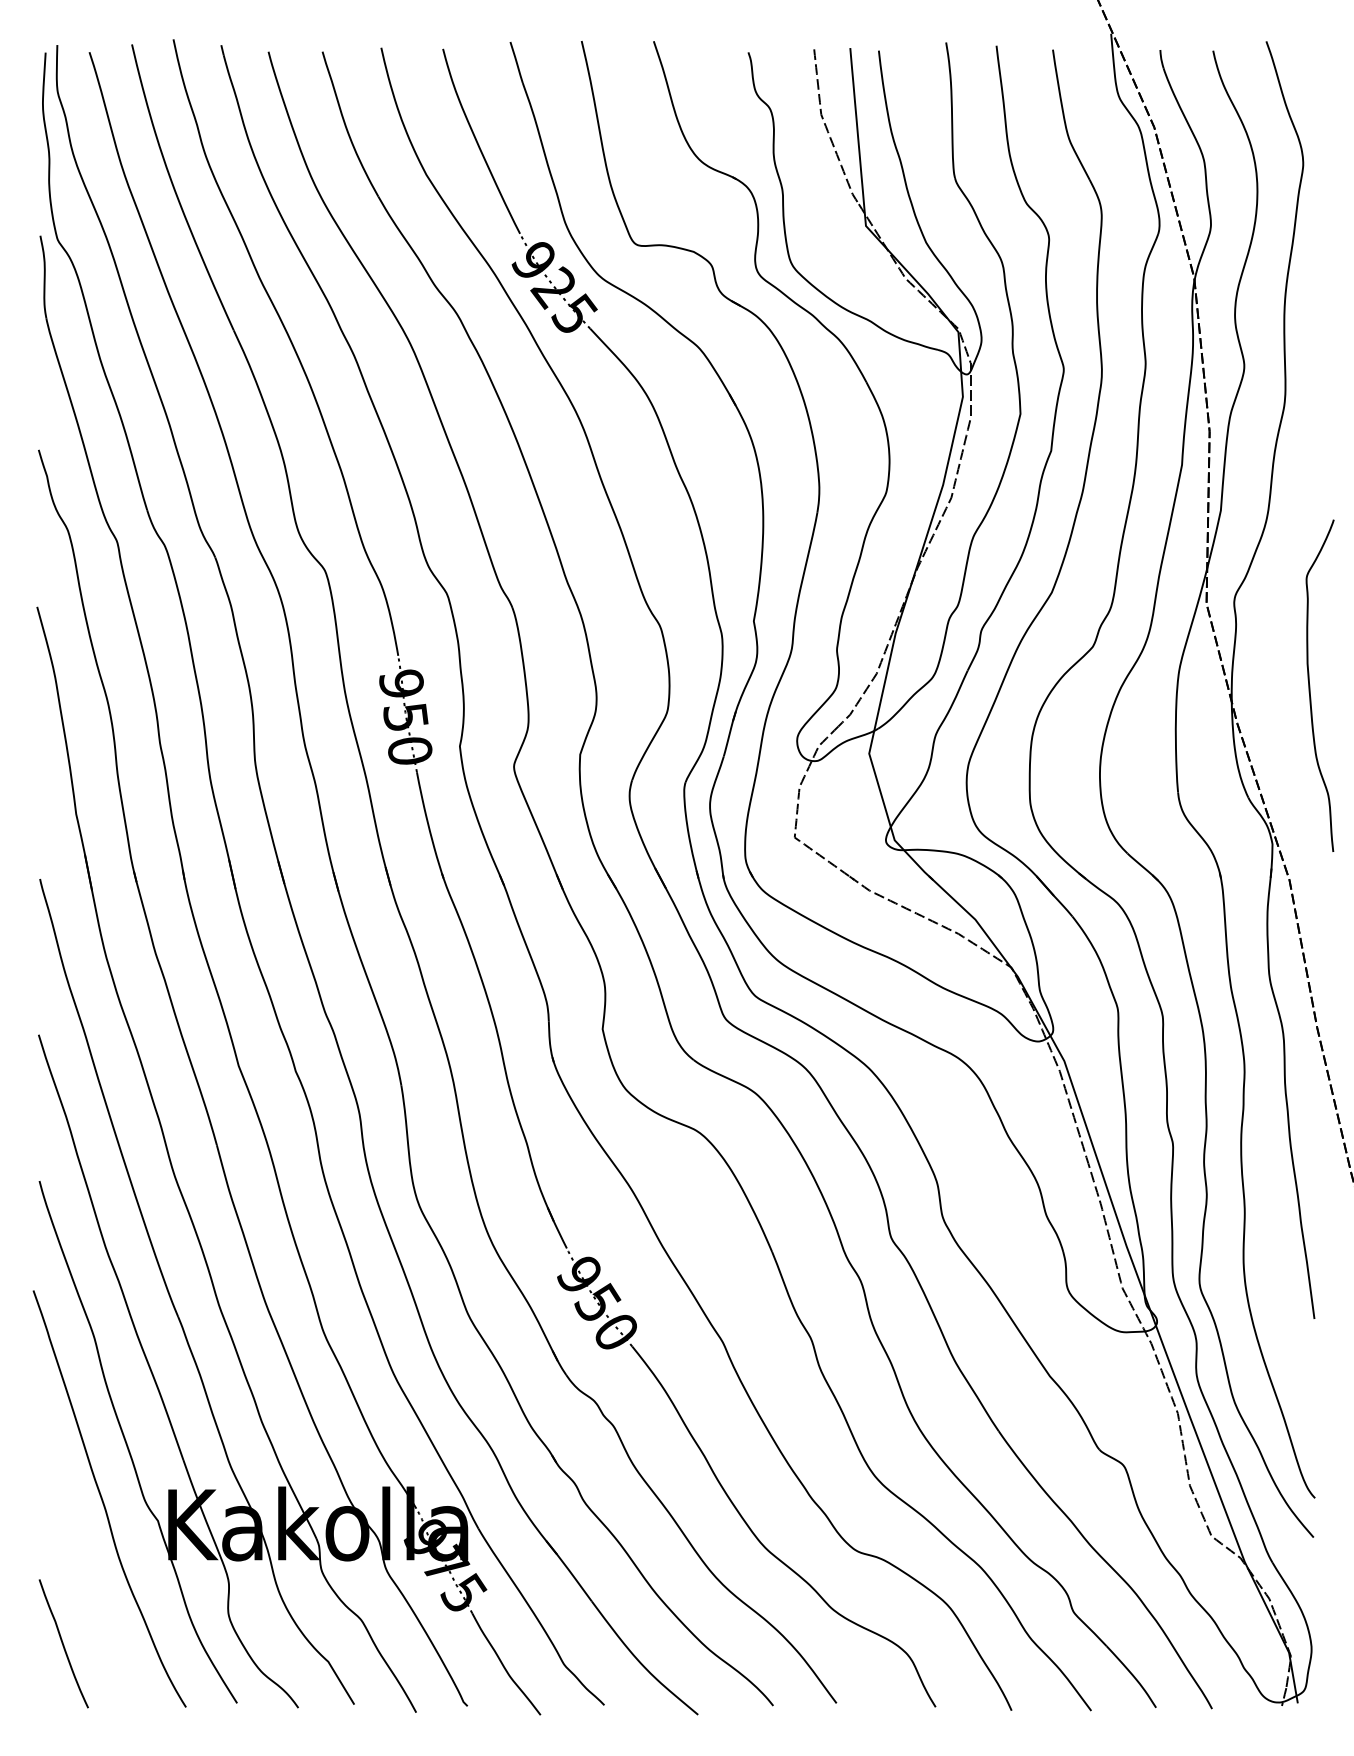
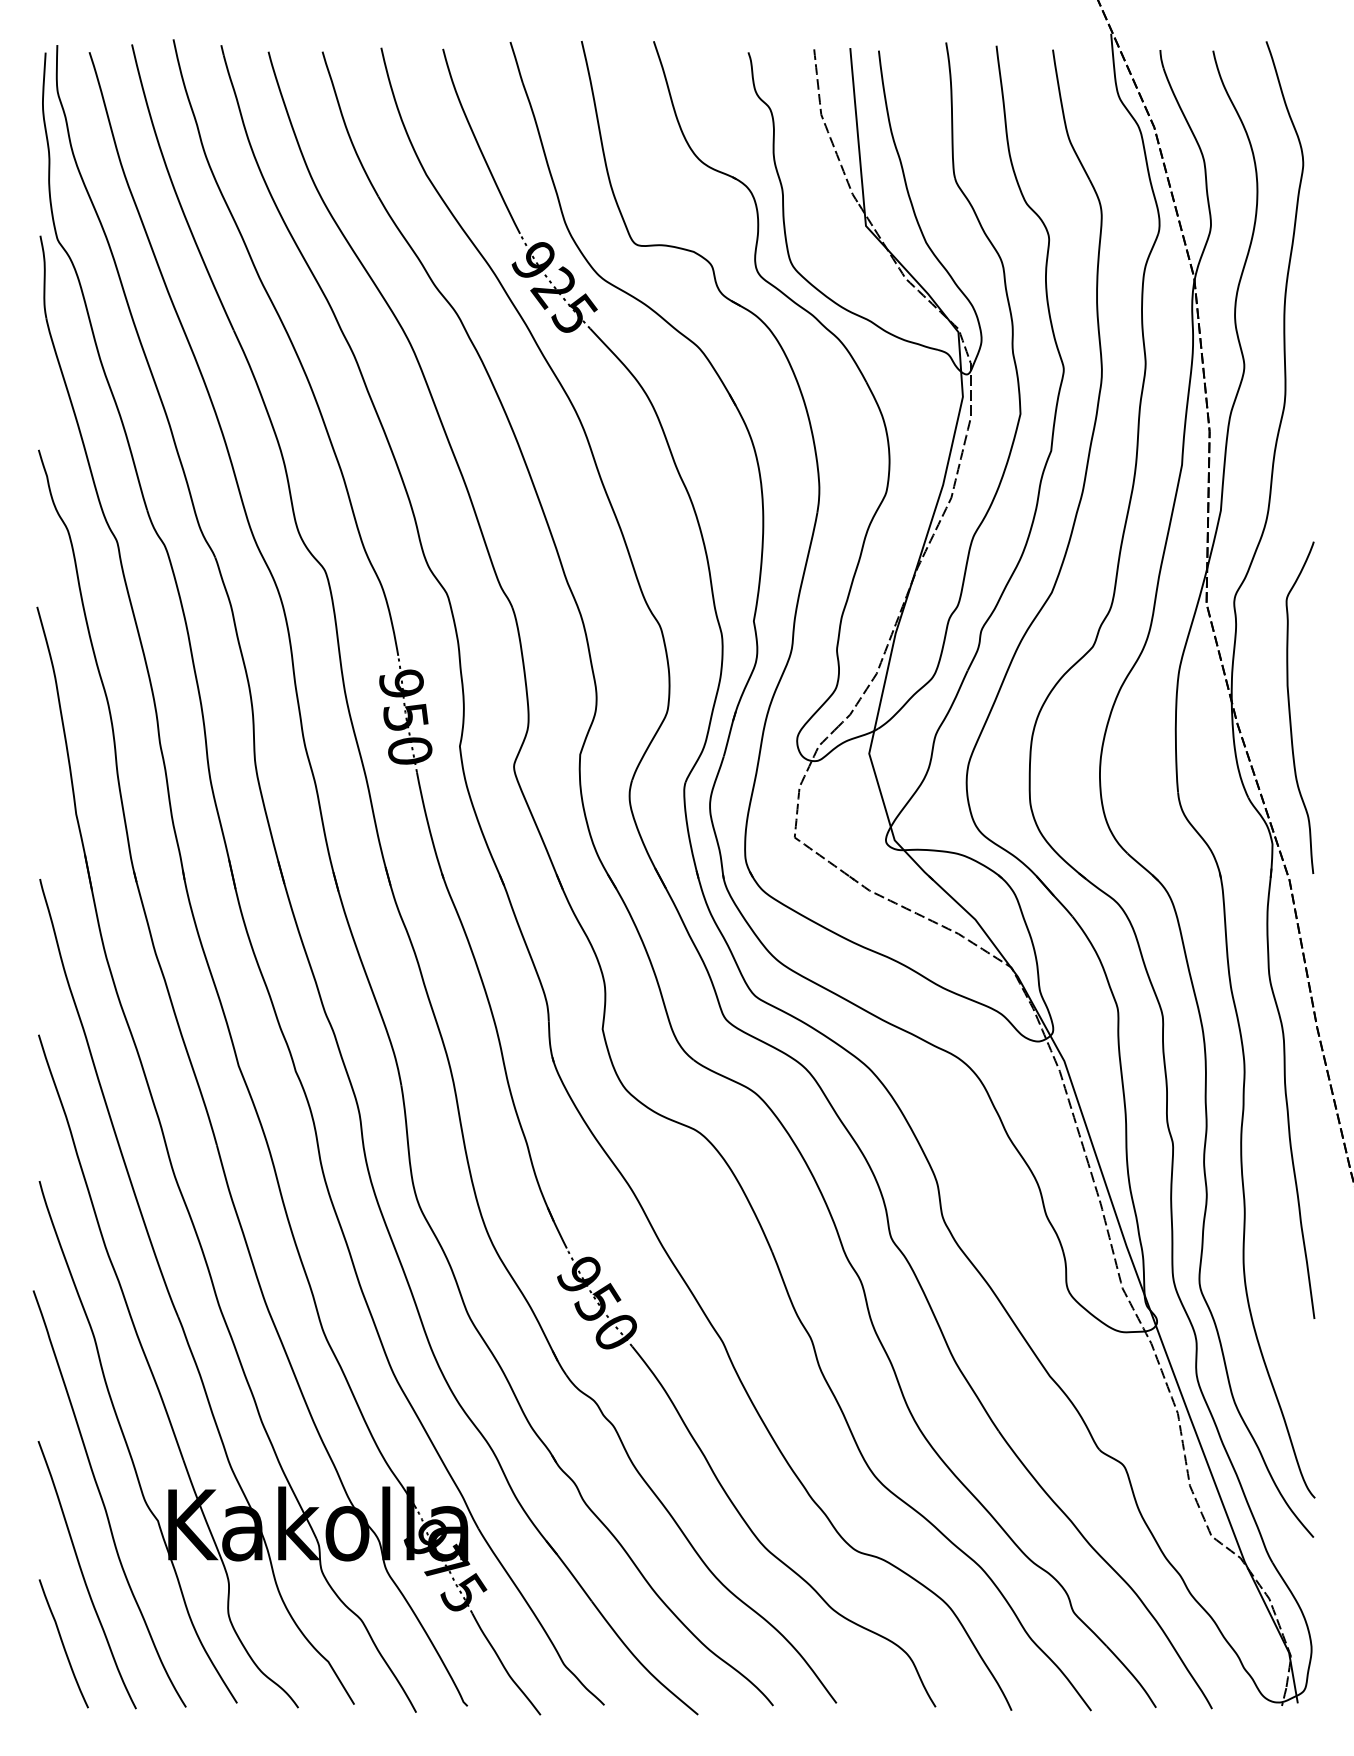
curve at (1310, 685) position: (1310, 685) -> (1290, 707)
curve at (84, 1576): none -> present
